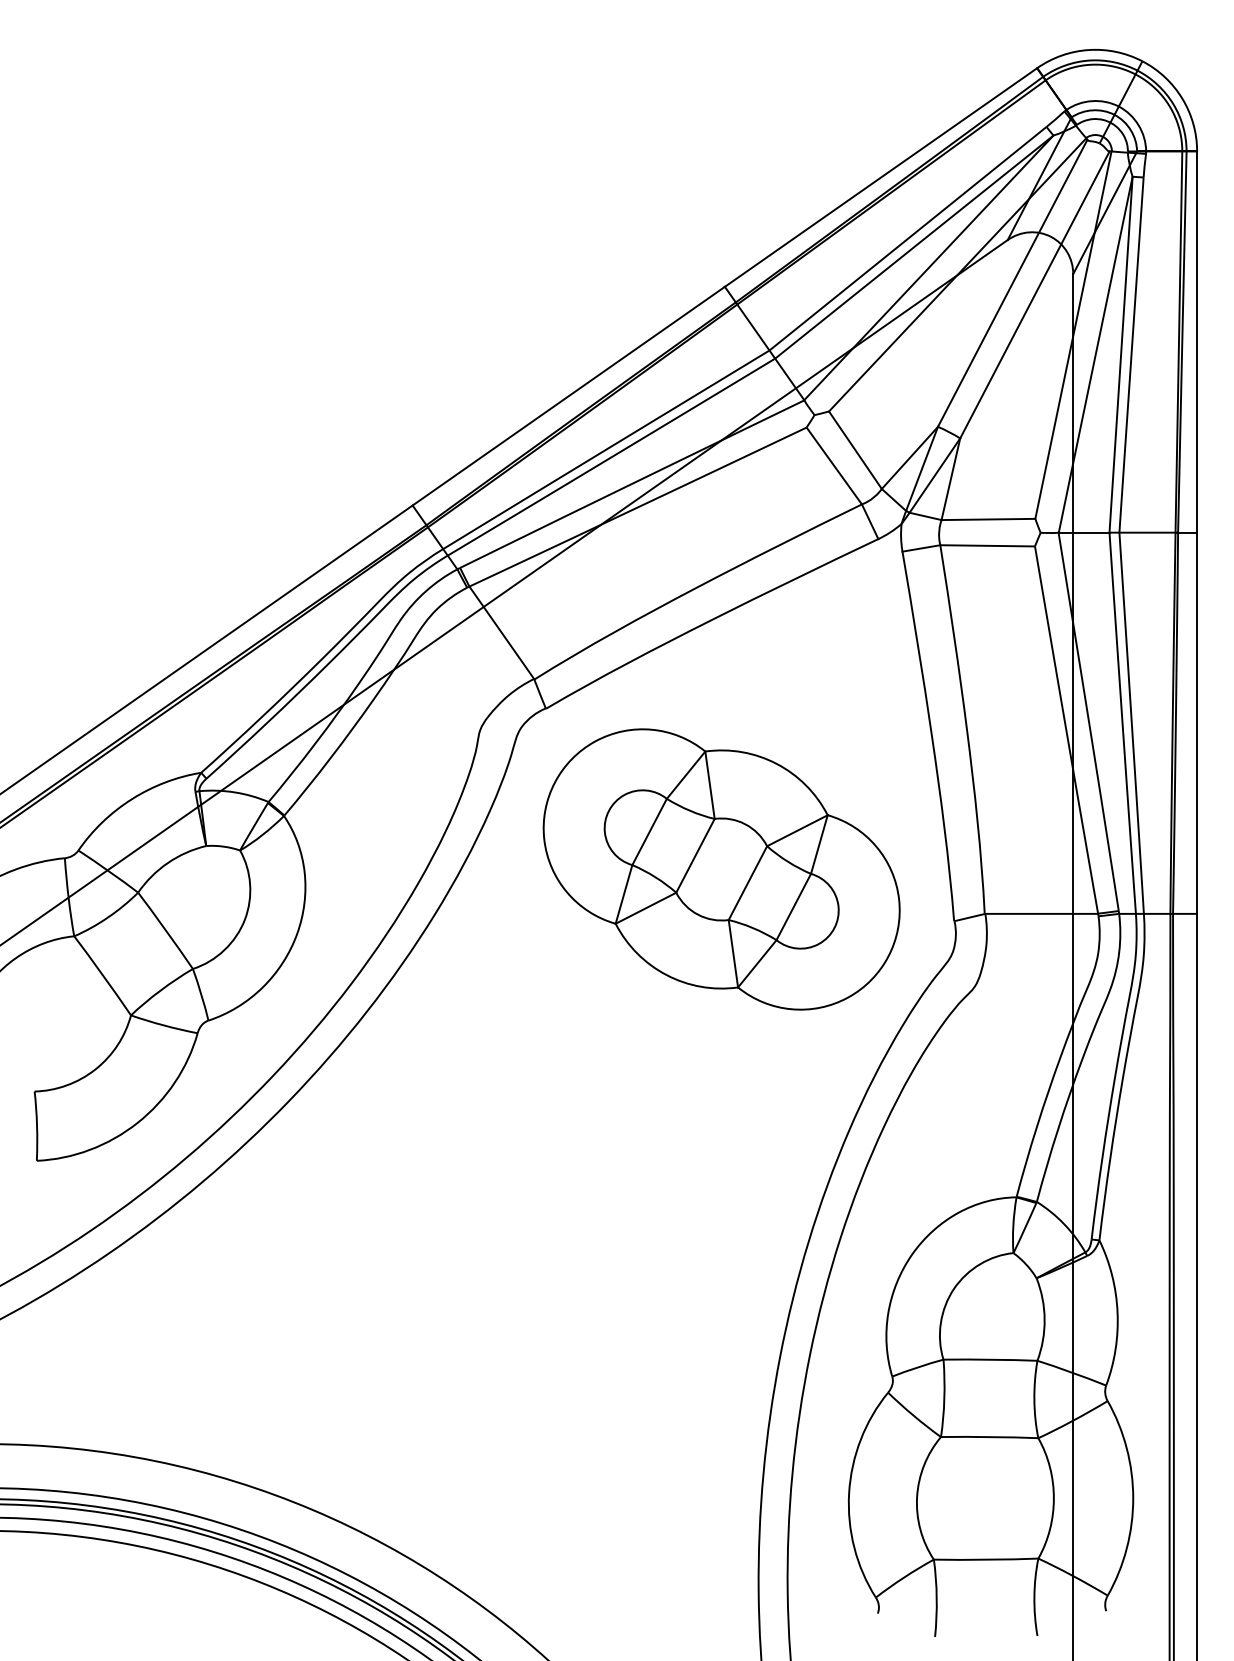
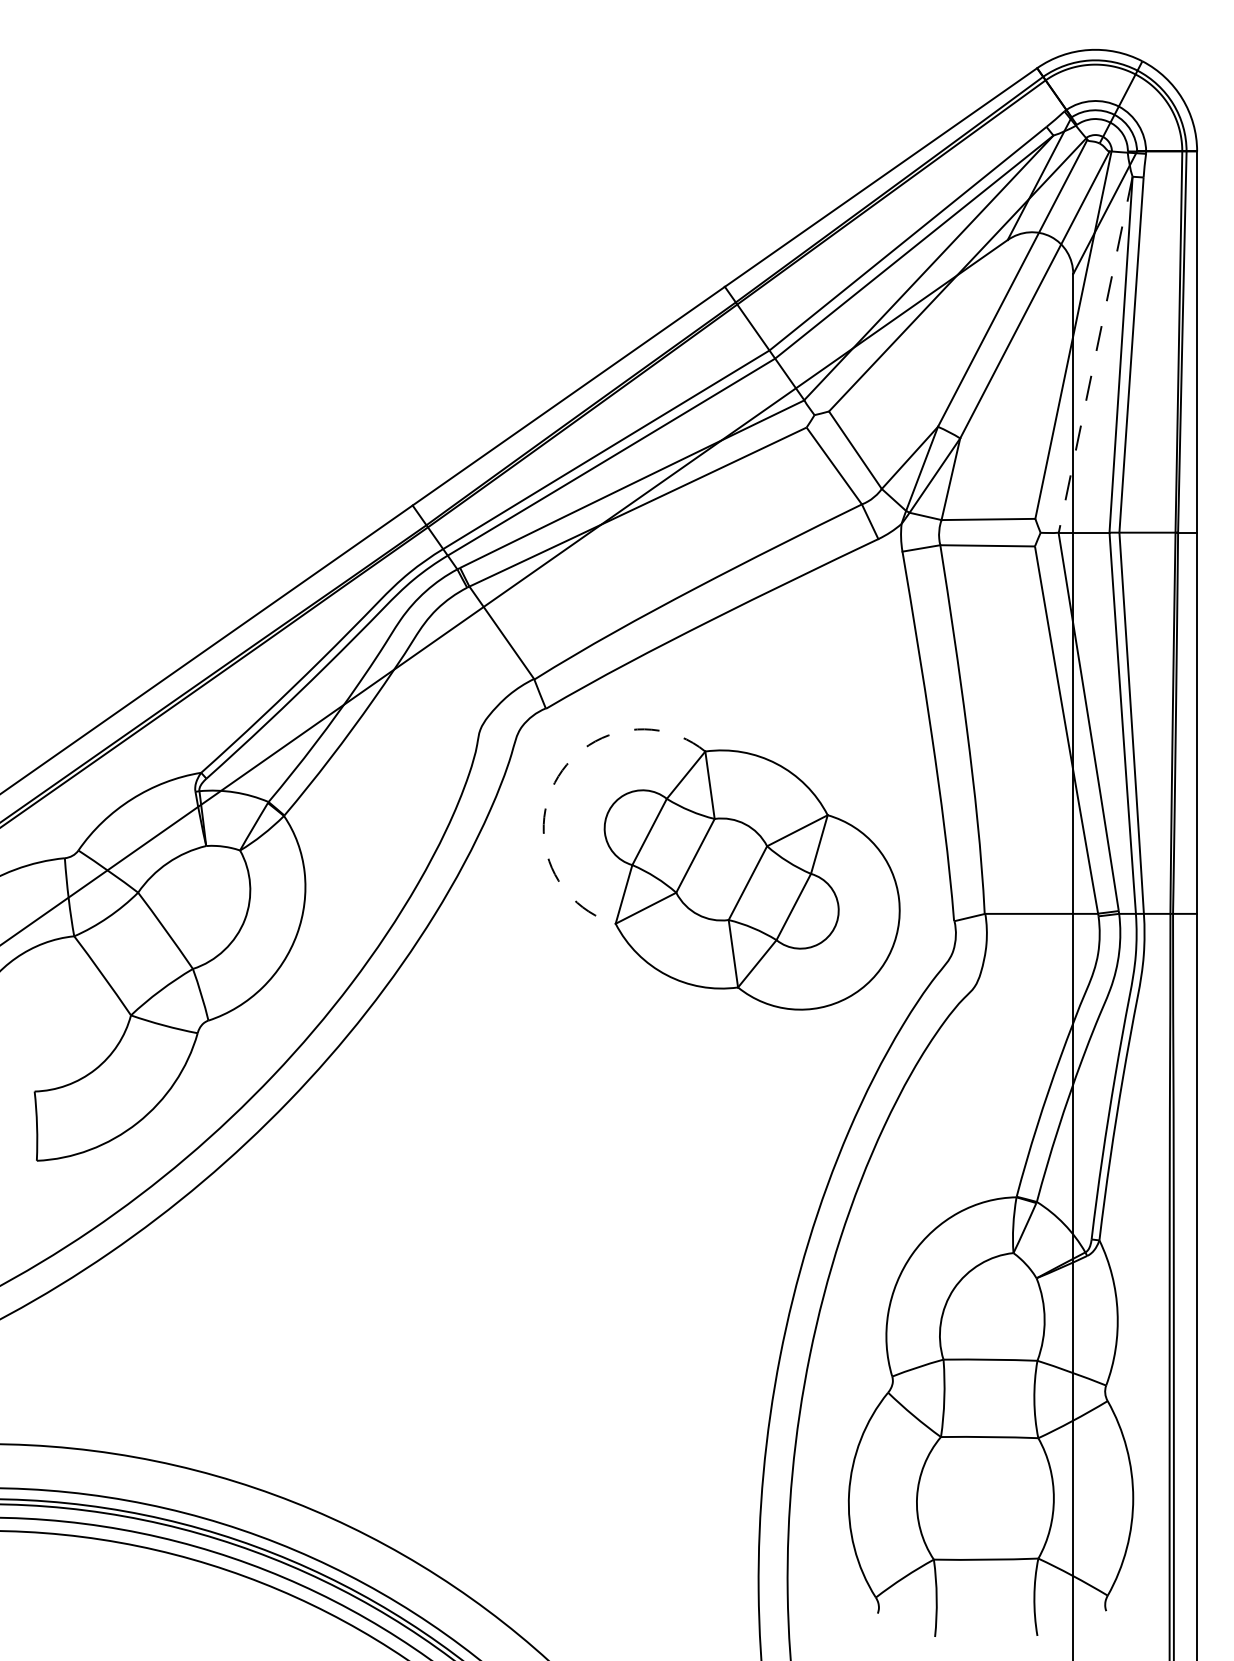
line at (1095, 354): solid -> dashed
arc at (554, 782): solid -> dashed
